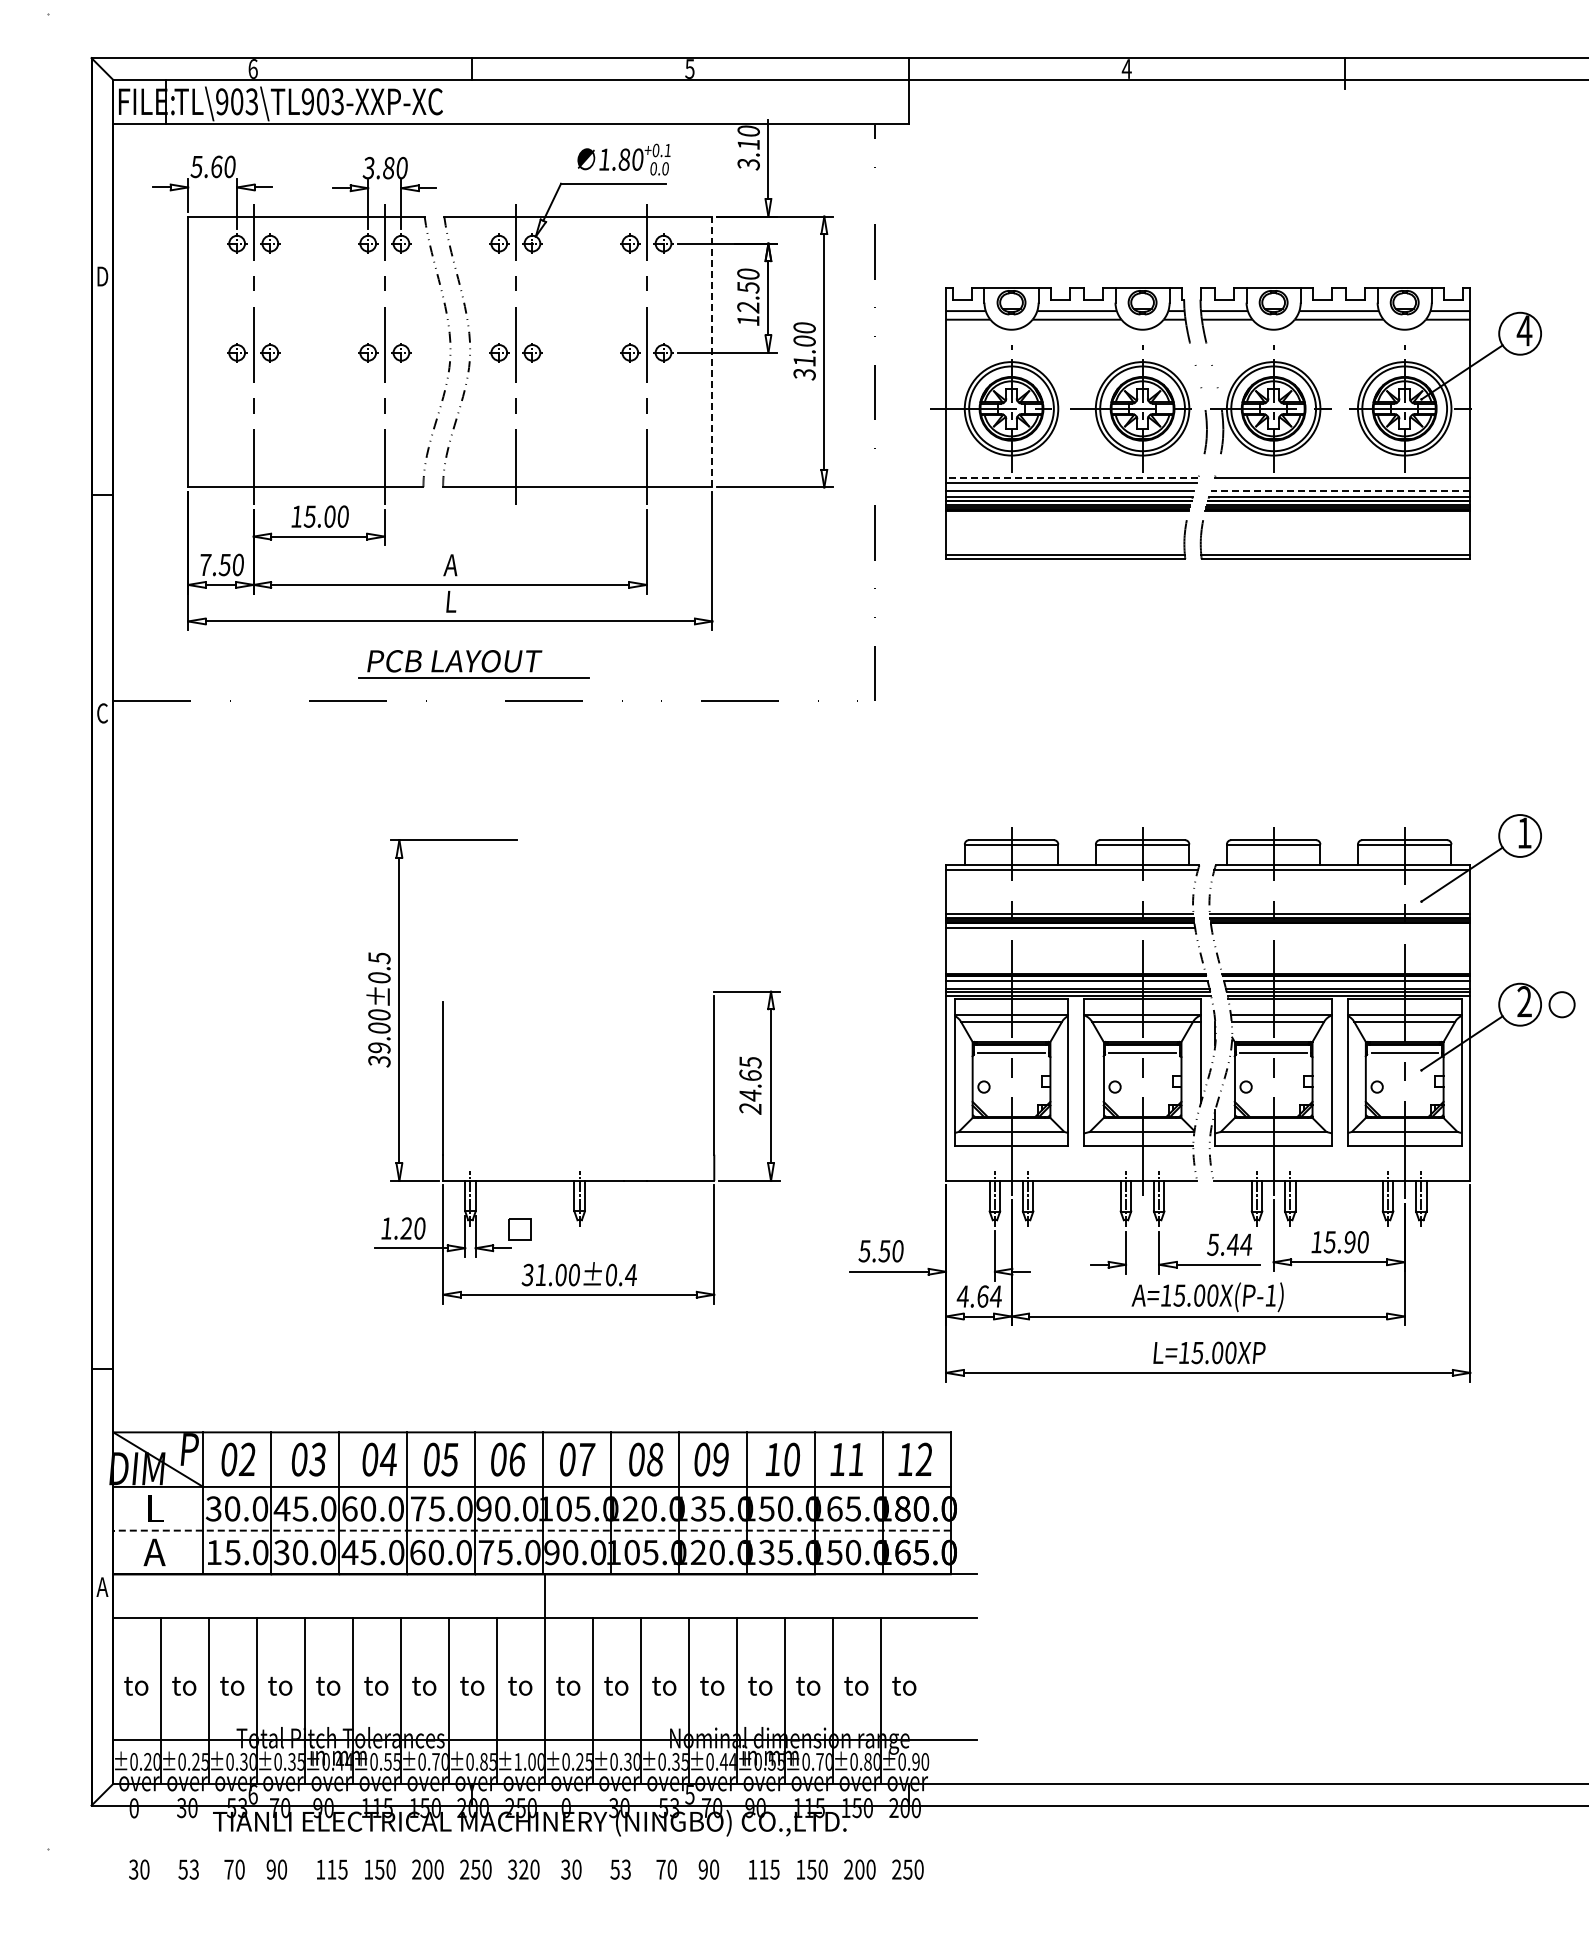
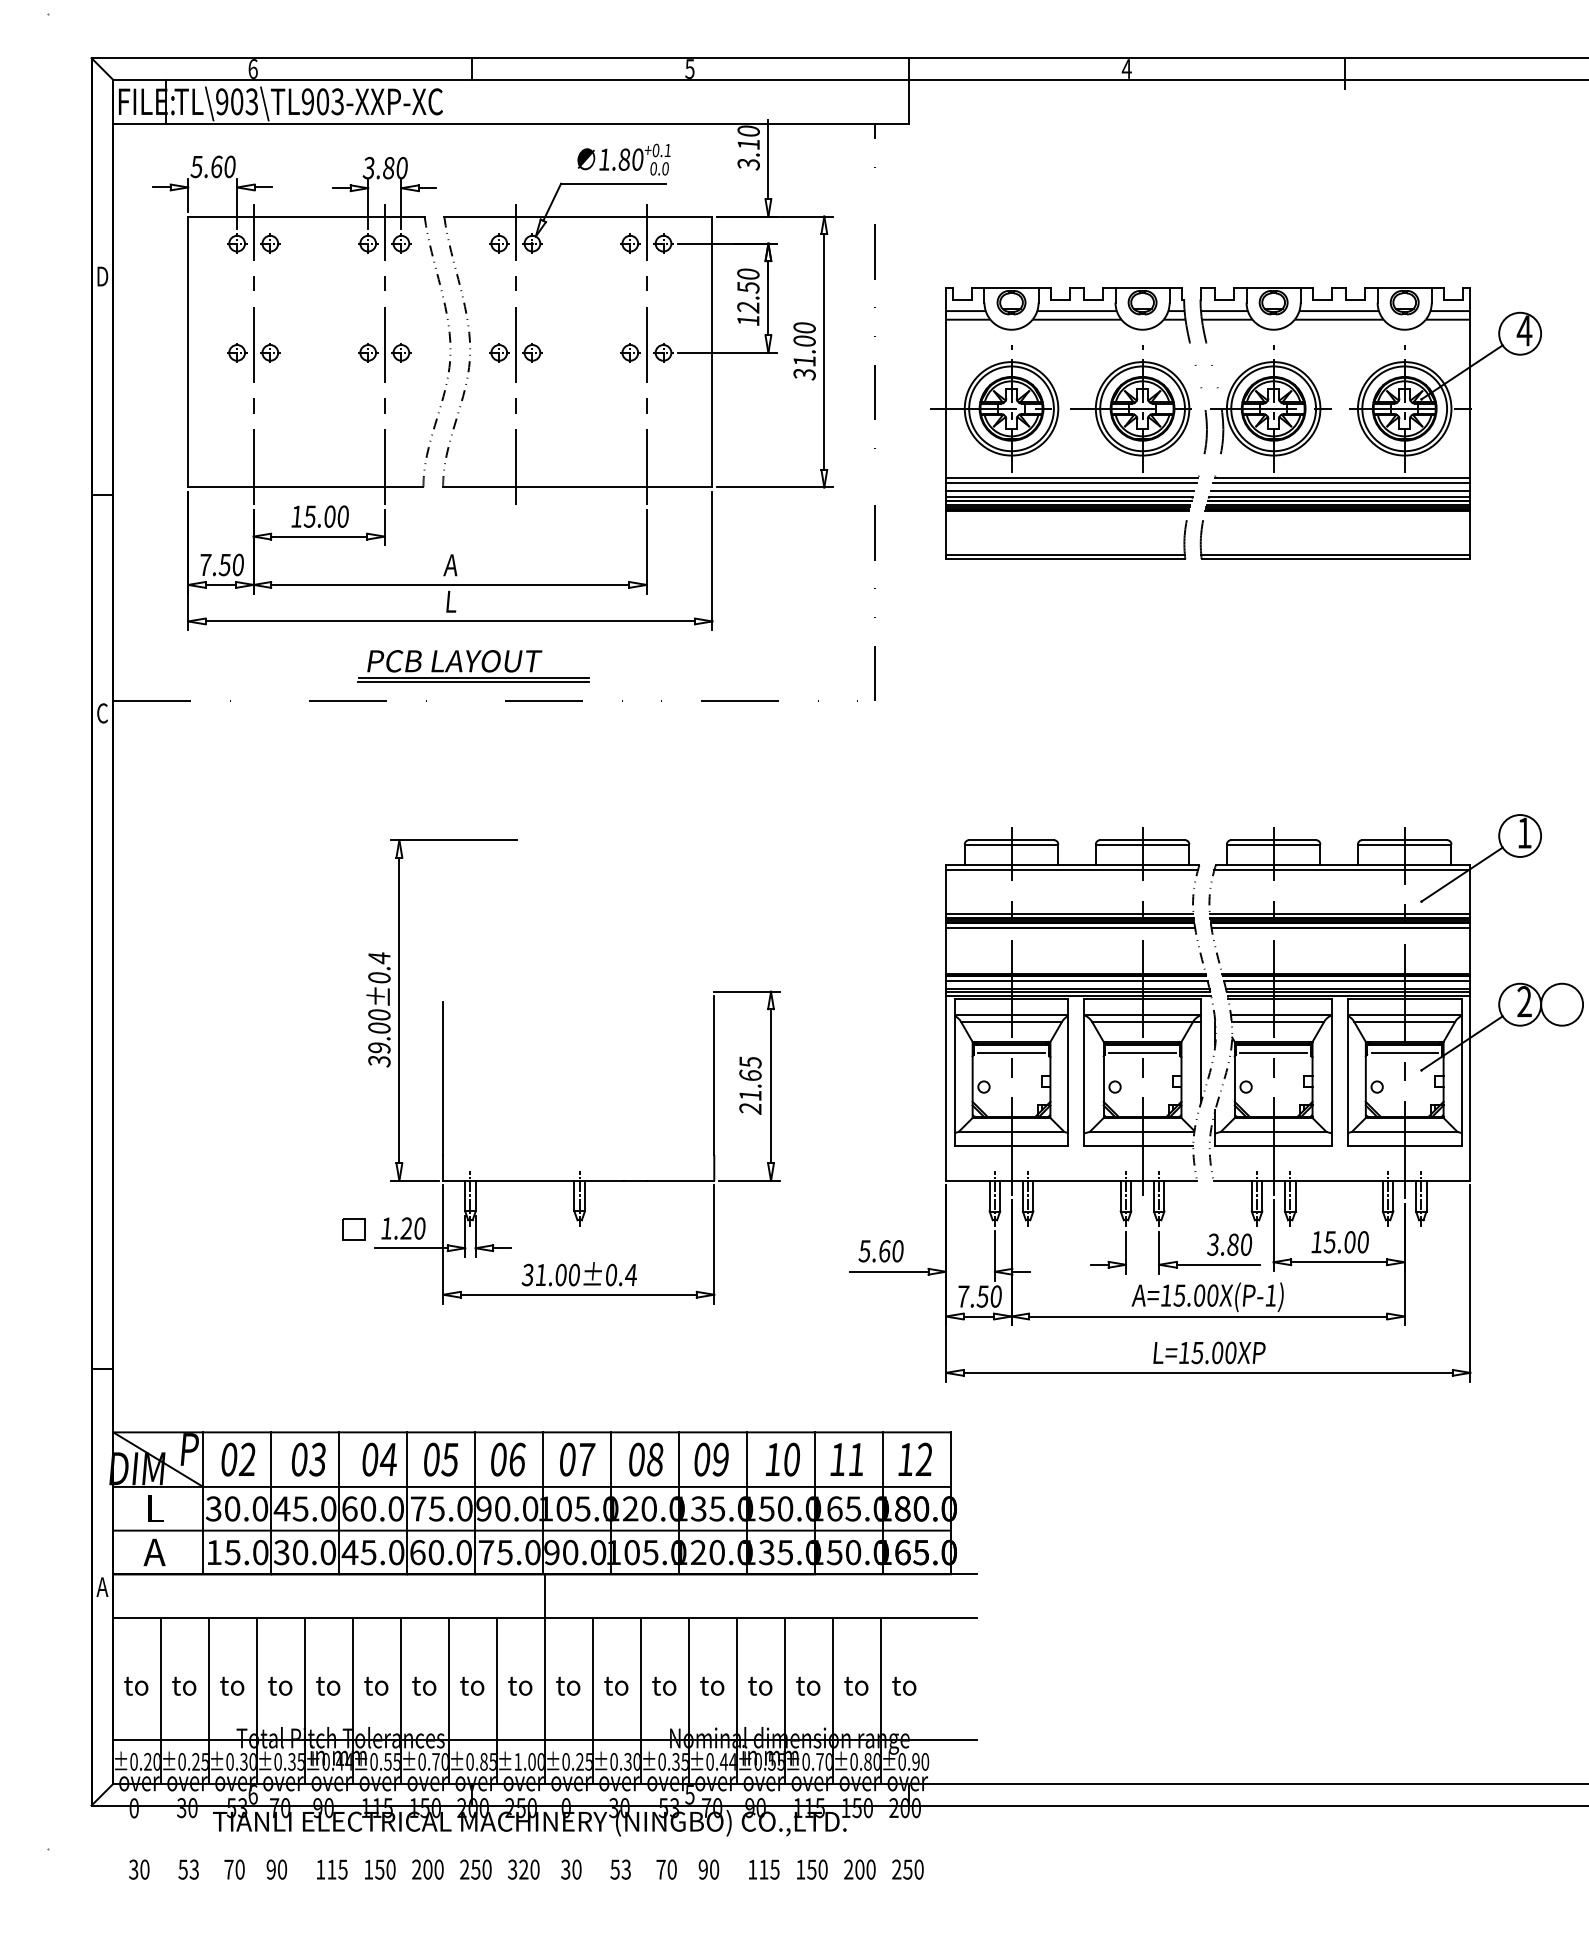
line at (712, 351): dashed -> solid
line at (1071, 478): dashed -> solid
line at (1341, 483): none -> present
line at (1340, 491): dashed -> solid
line at (473, 682): none -> present
line at (1340, 928): none -> present
text at (379, 958): 39.00±0.5 -> 39.00±0.4
circle at (1561, 1004) diameter: 25 px -> 42 px
text at (750, 1095): 24.65 -> 21.65
part at (519, 1229) position: (519, 1229) -> (353, 1229)
text at (1349, 1242): 15.90 -> 15.00
text at (1230, 1244): 5.44 -> 3.80
text at (884, 1251): 5.50 -> 5.60
text at (978, 1296): 4.64 -> 7.50
line at (532, 1530): dashed -> solid
